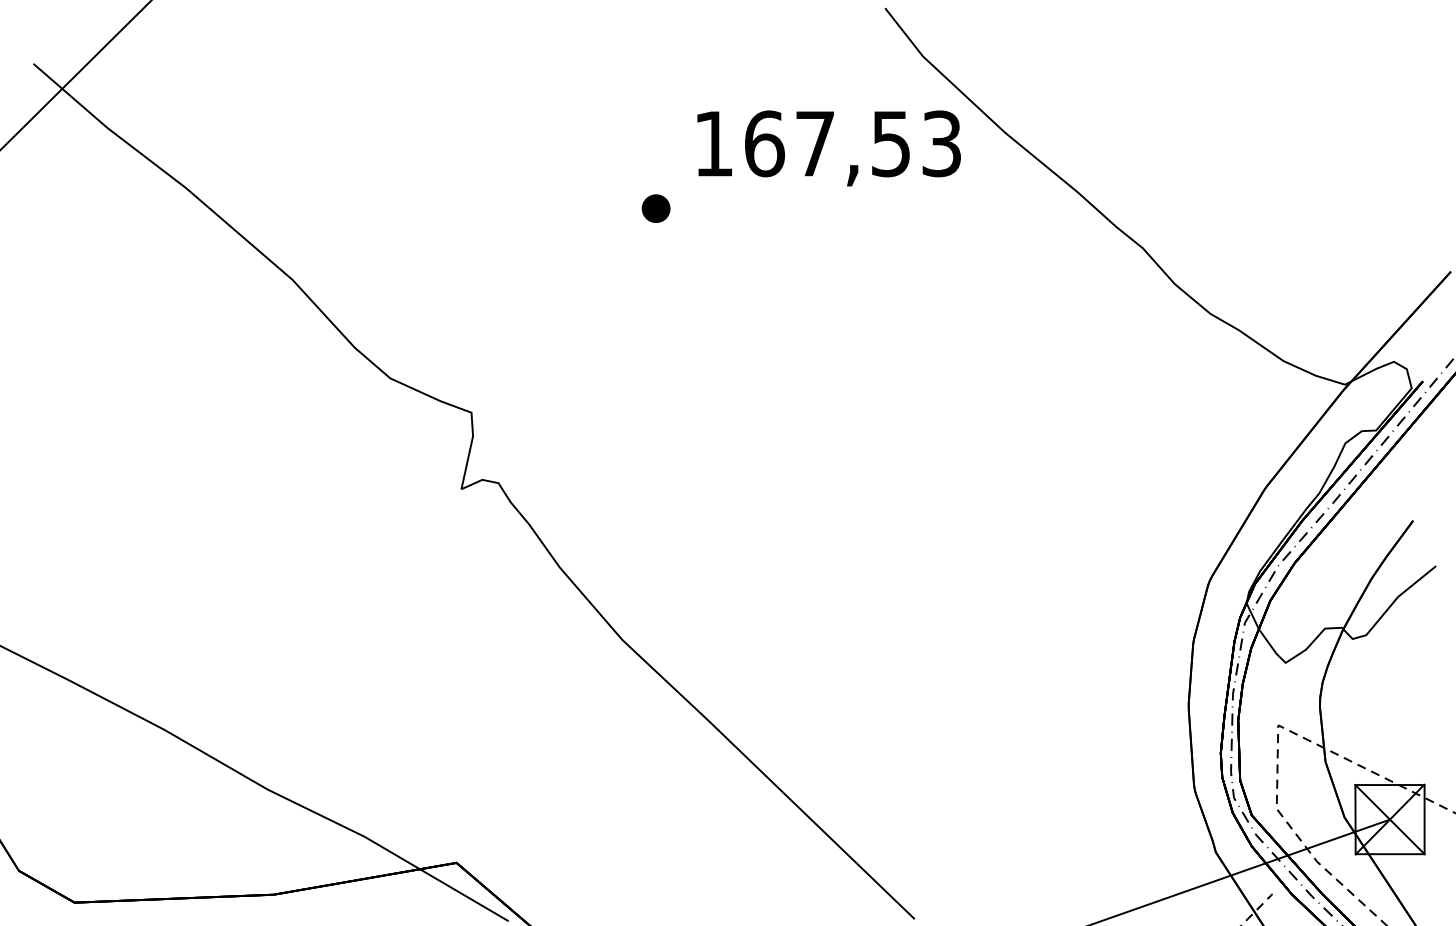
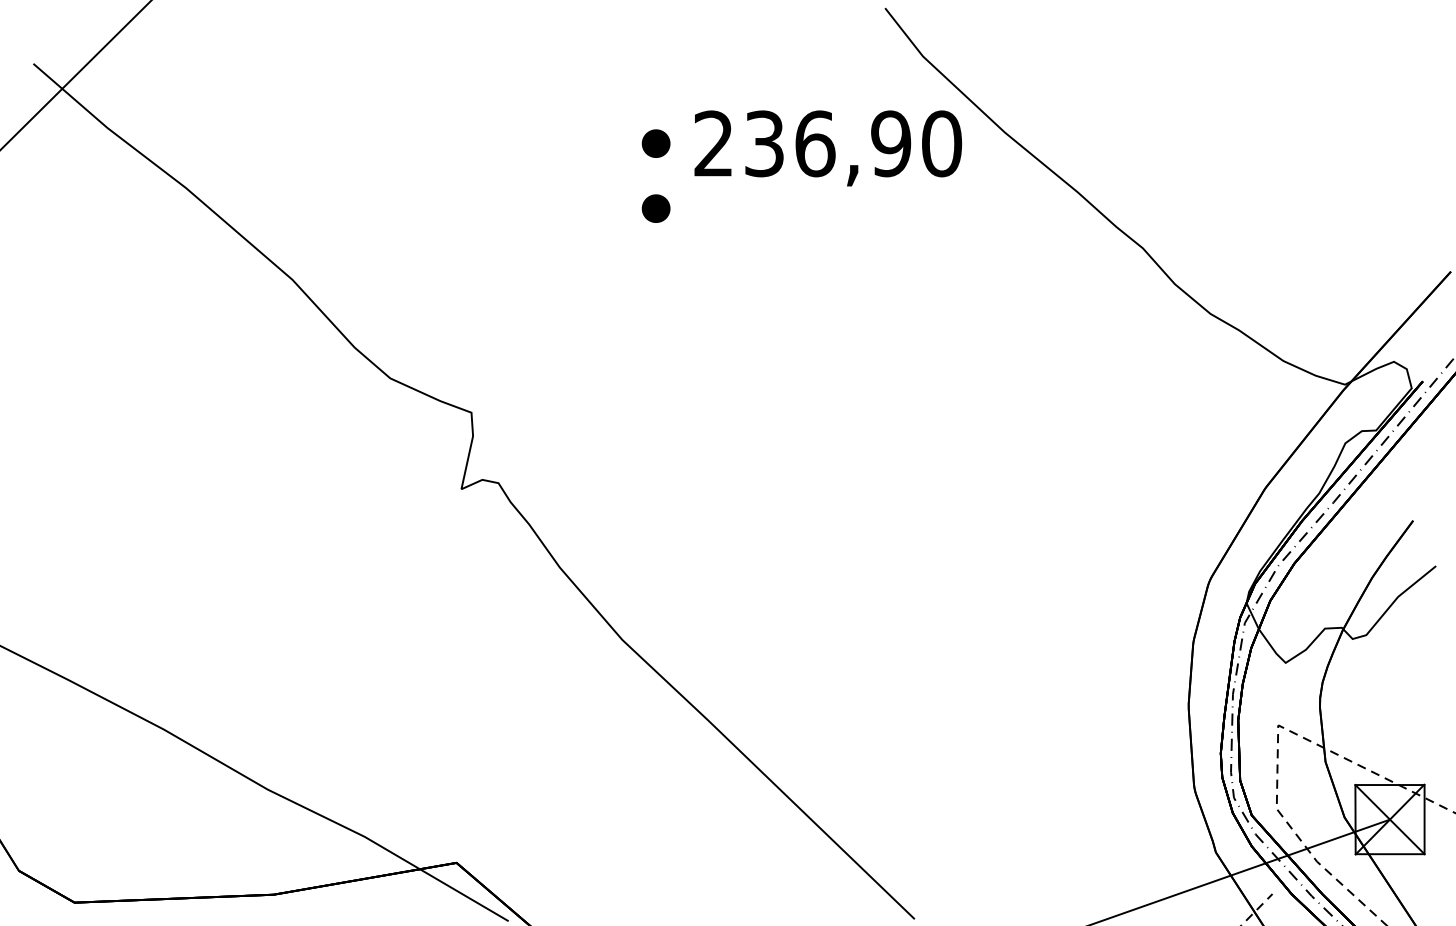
part at (655, 143): none -> present
text at (828, 143): 167,53 -> 236,90
